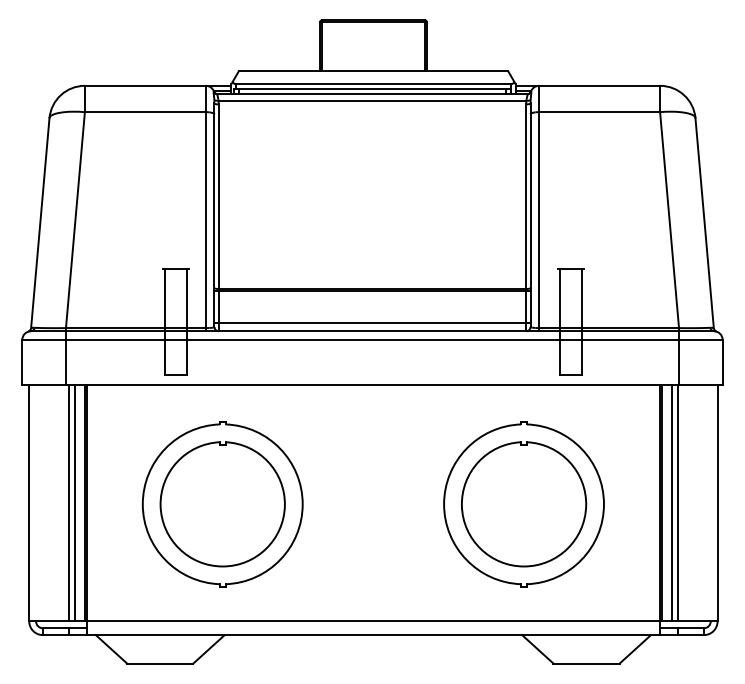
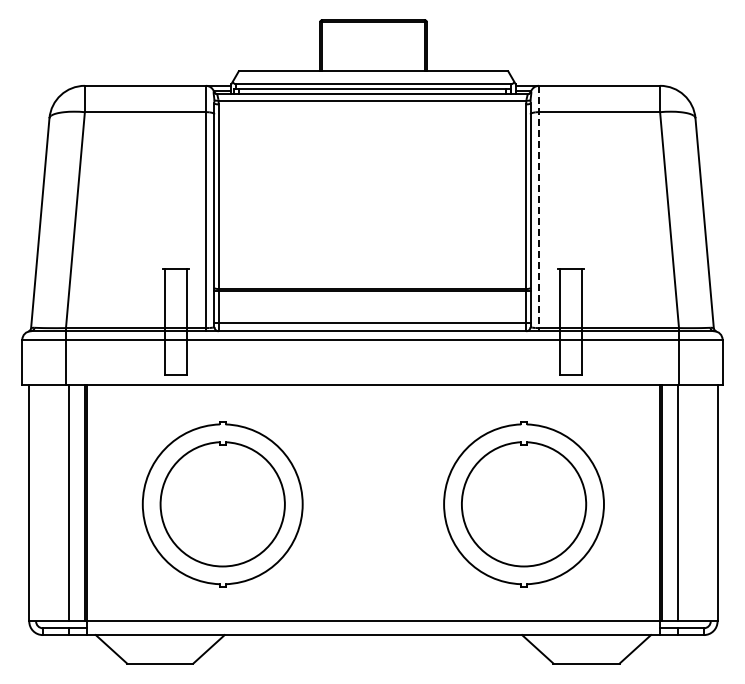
line at (539, 208): solid -> dashed
line at (74, 503): present -> none
line at (672, 503): present -> none
